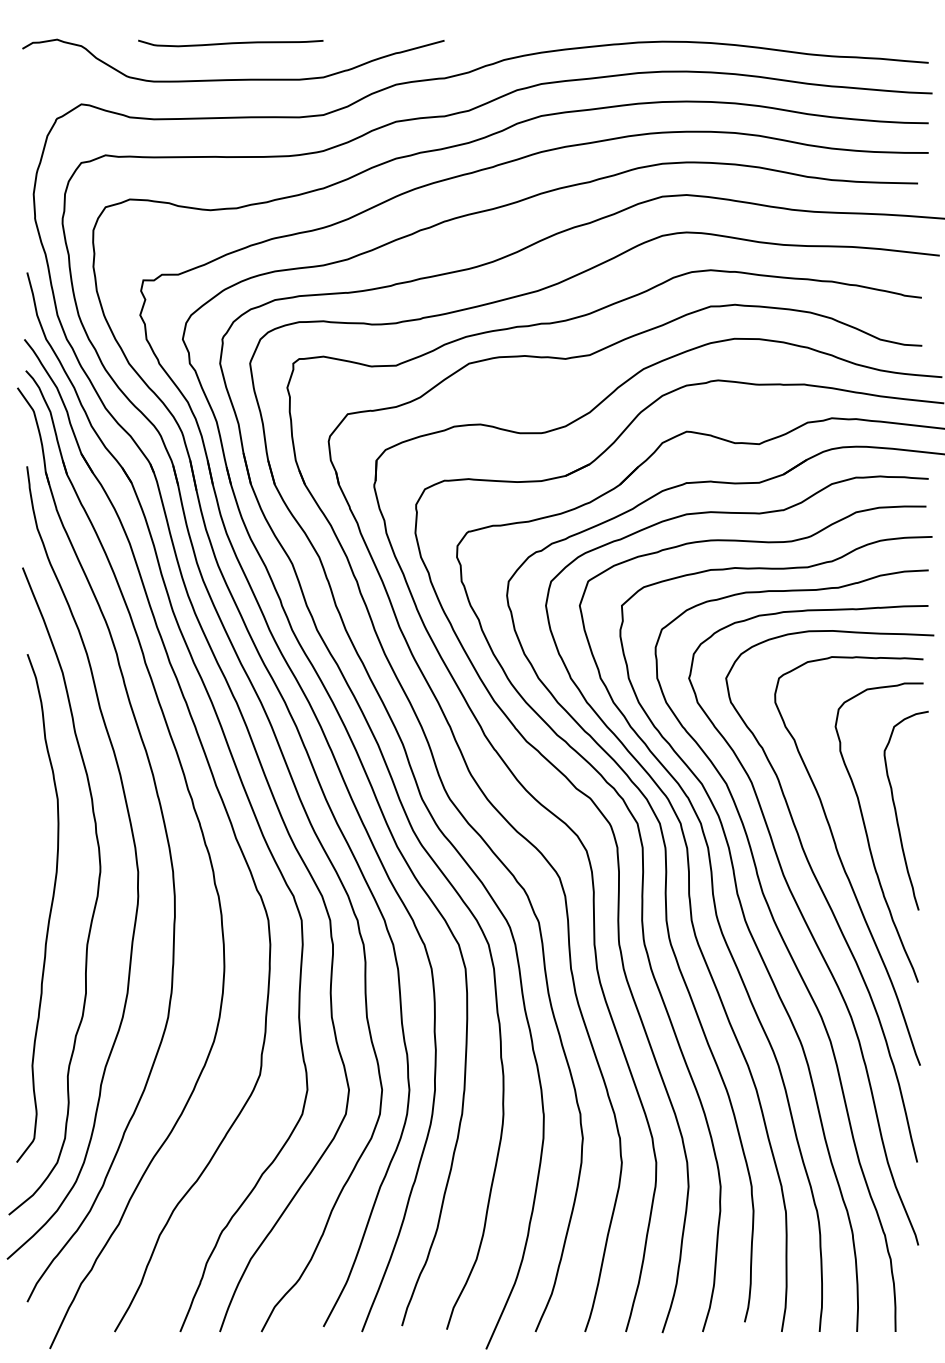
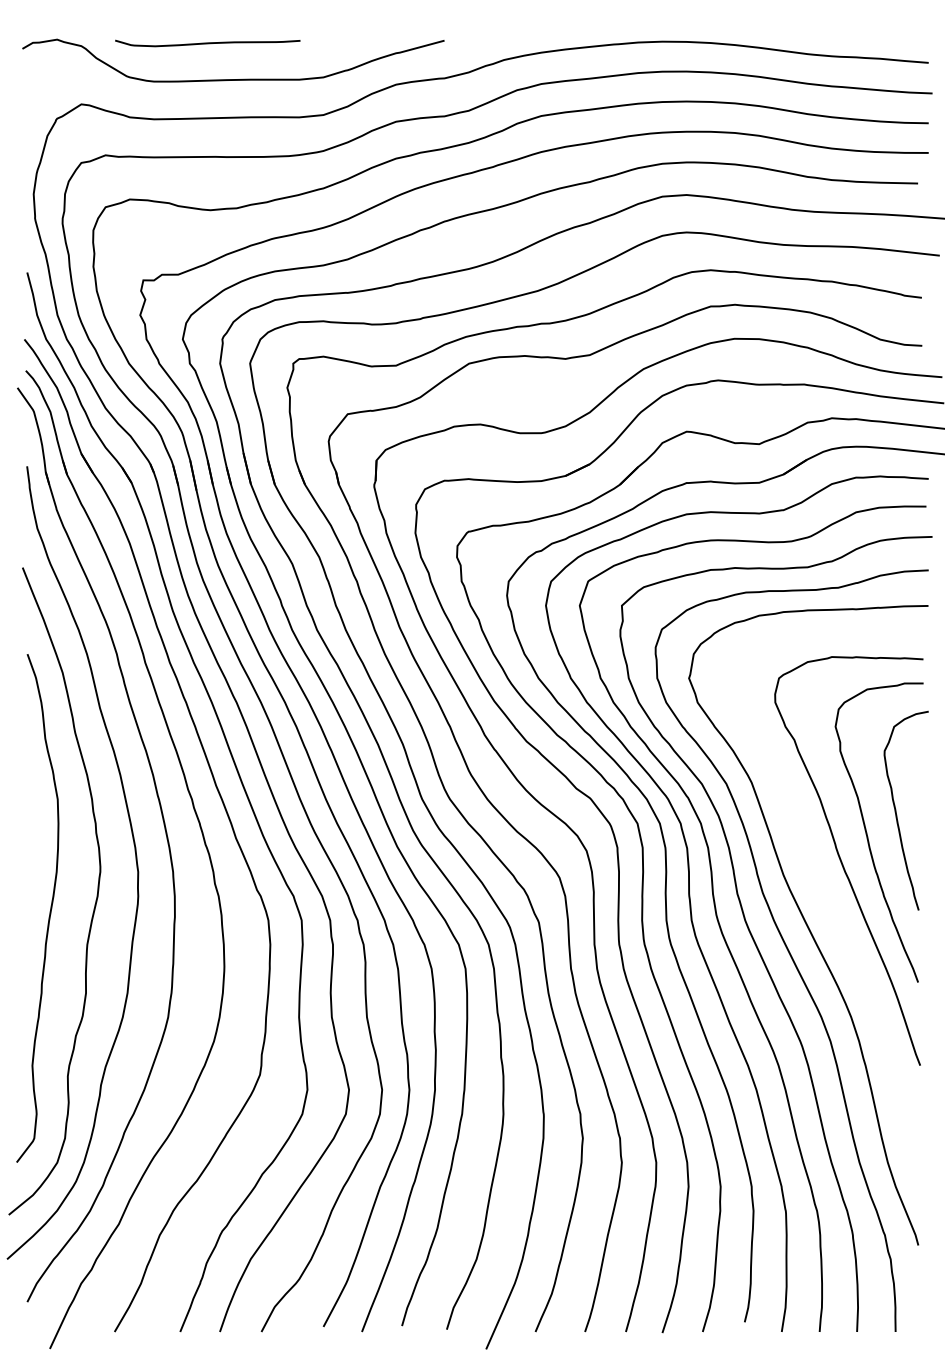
curve at (230, 43) position: (230, 43) -> (207, 43)
curve at (826, 897): present -> none
